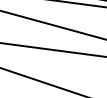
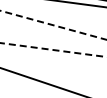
line at (53, 25): solid -> dashed
line at (54, 50): solid -> dashed
